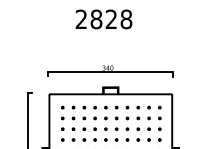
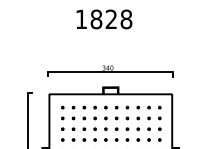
text at (80, 18): 2828 -> 1828
